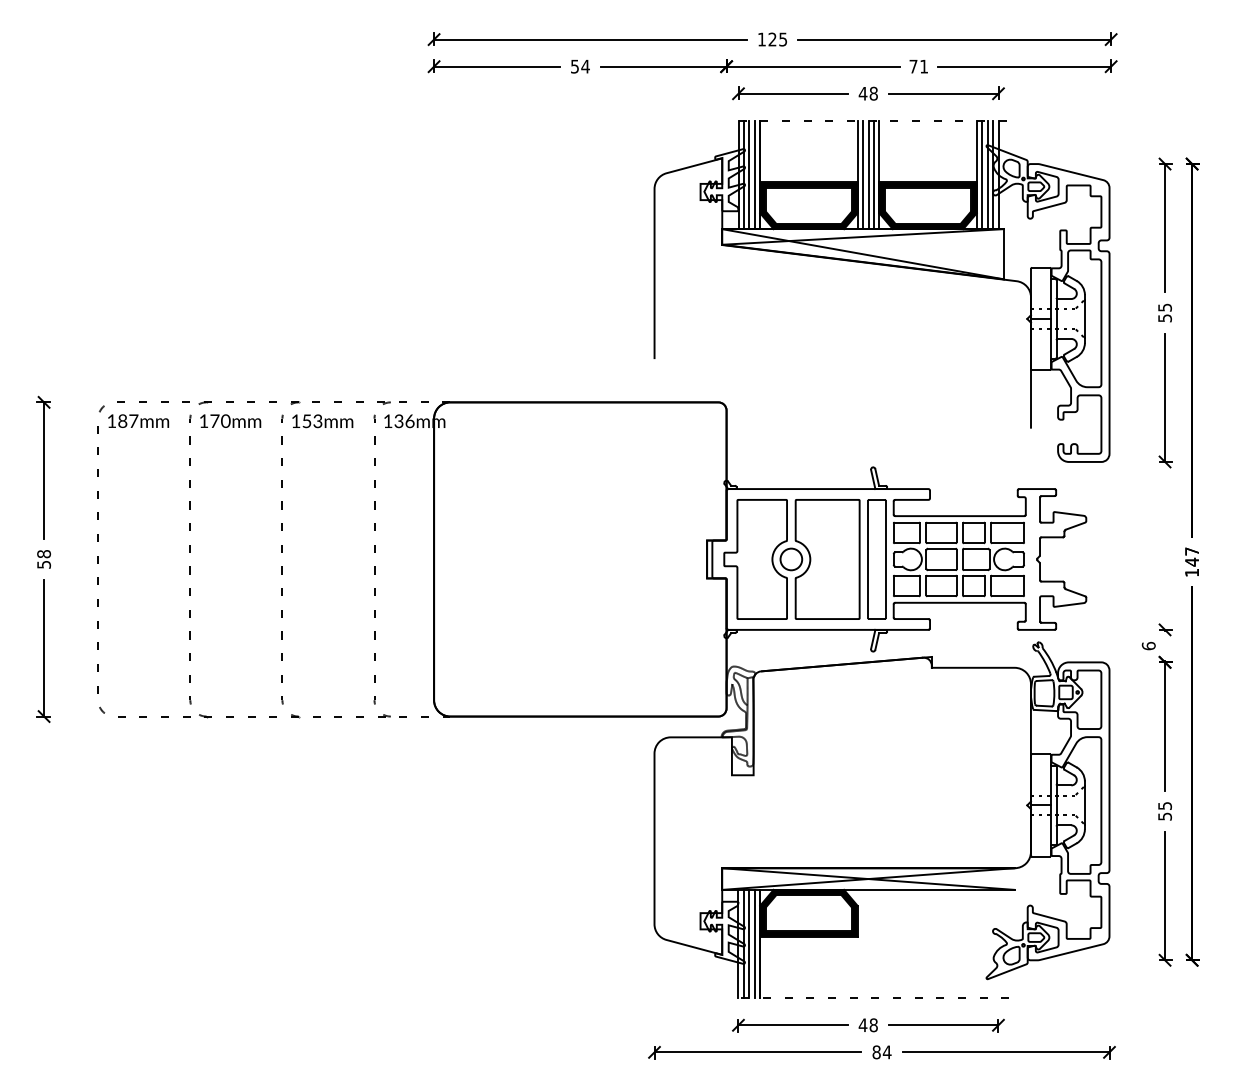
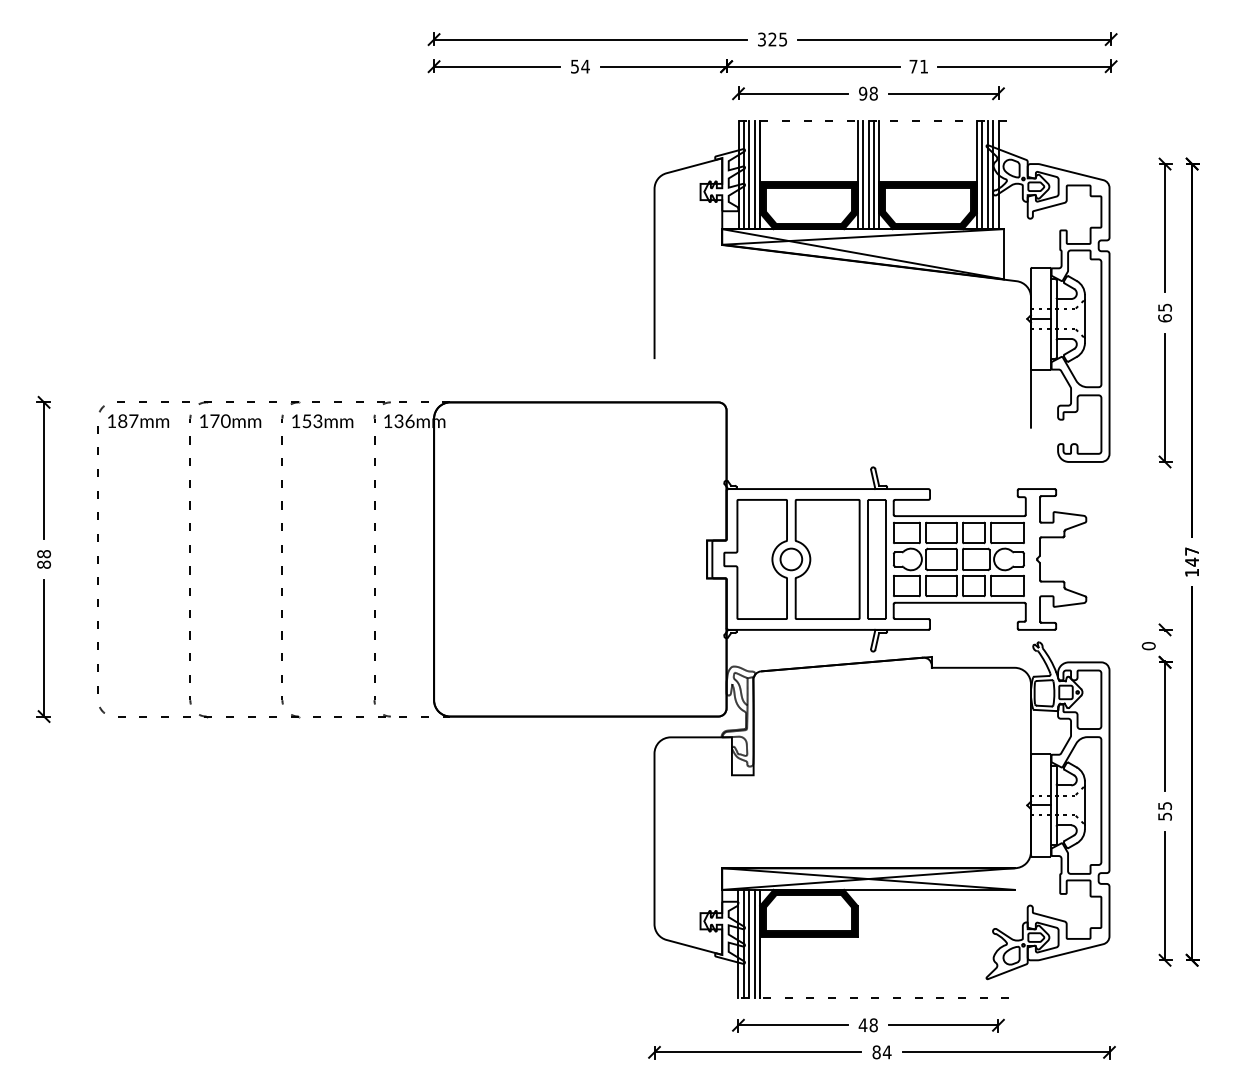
text at (761, 39): 125 -> 325
text at (862, 93): 48 -> 98
text at (1164, 318): 55 -> 65
text at (43, 564): 58 -> 88
text at (1148, 645): 6 -> 0
